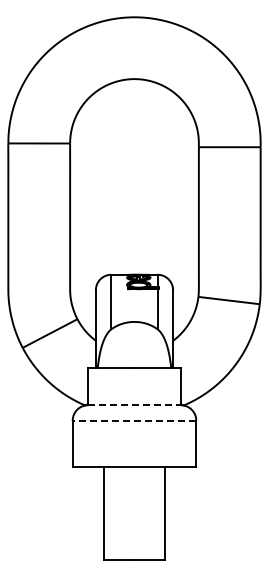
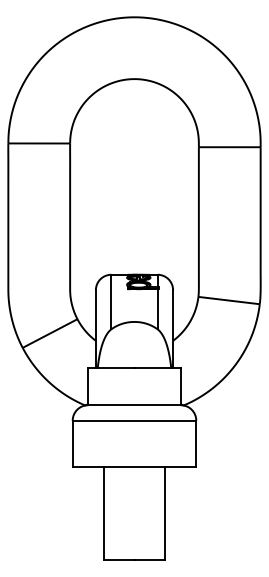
line at (134, 405): dashed -> solid
line at (134, 420): dashed -> solid
